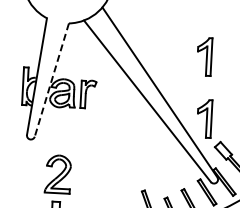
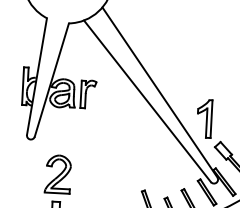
part at (205, 56): present -> none
line at (51, 80): dashed -> solid
